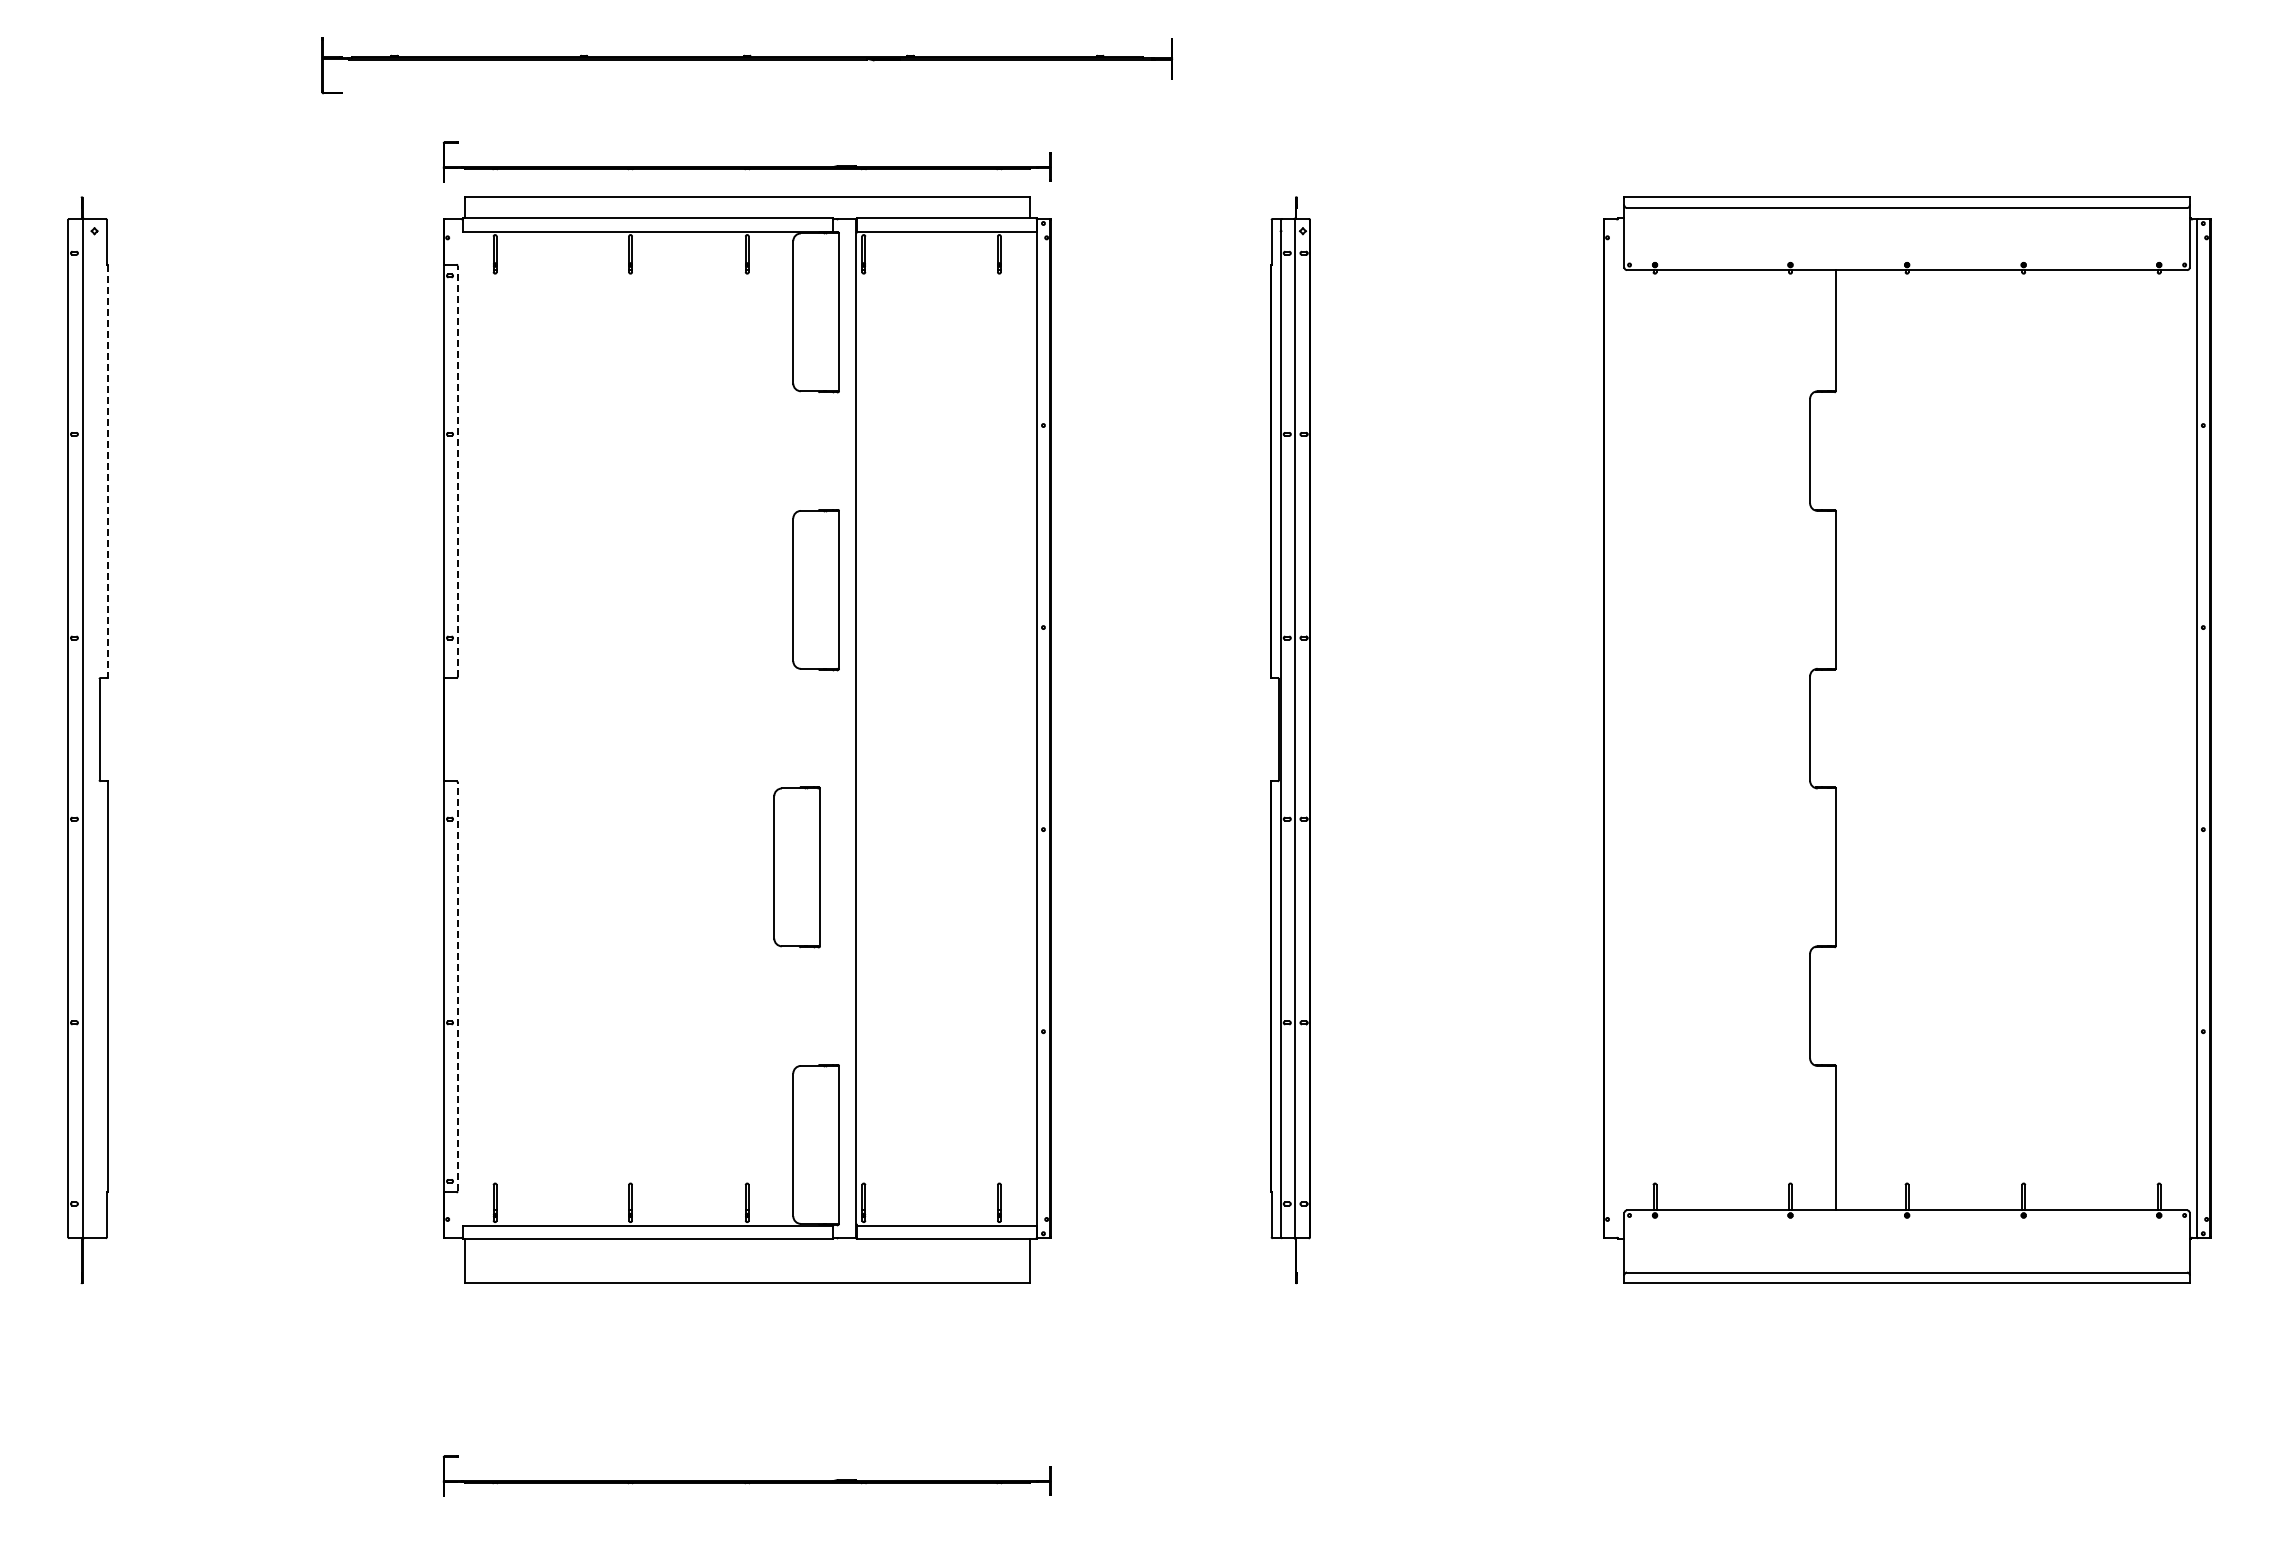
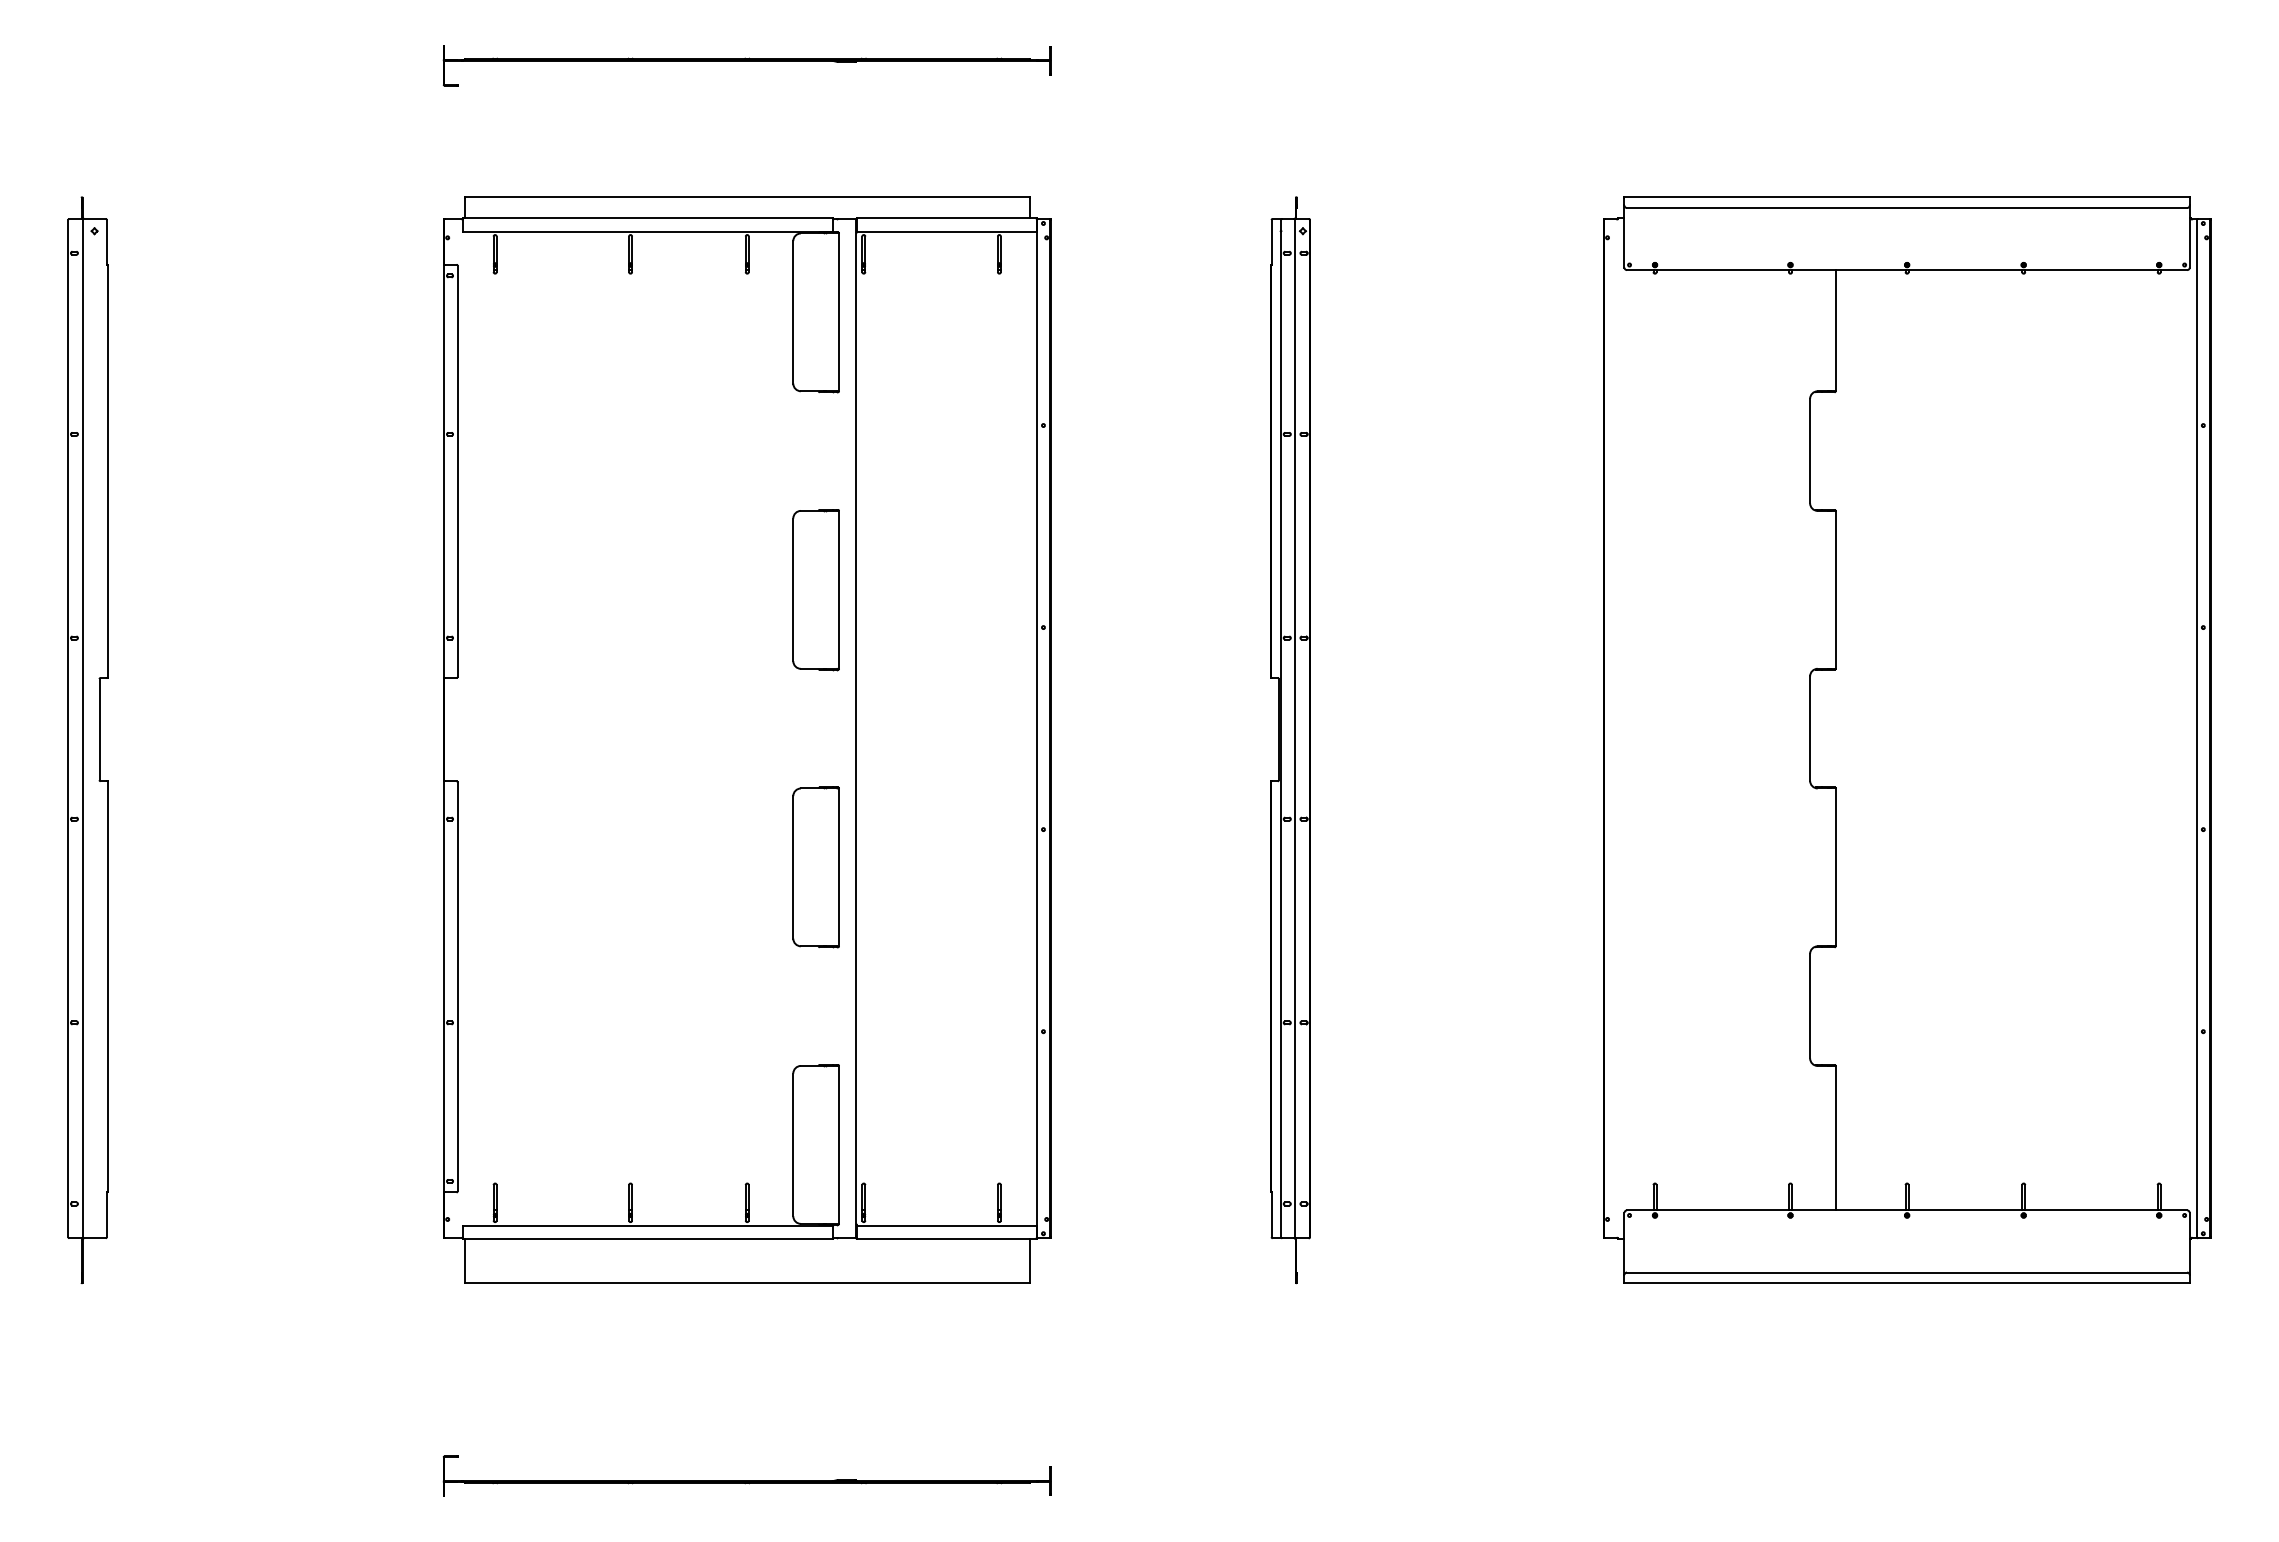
part at (747, 65) size: 853x58 px -> 610x42 px
part at (746, 161): present -> none
line at (107, 471): dashed -> solid
line at (457, 471): dashed -> solid
part at (796, 867) position: (796, 867) -> (815, 867)
line at (457, 986): dashed -> solid
